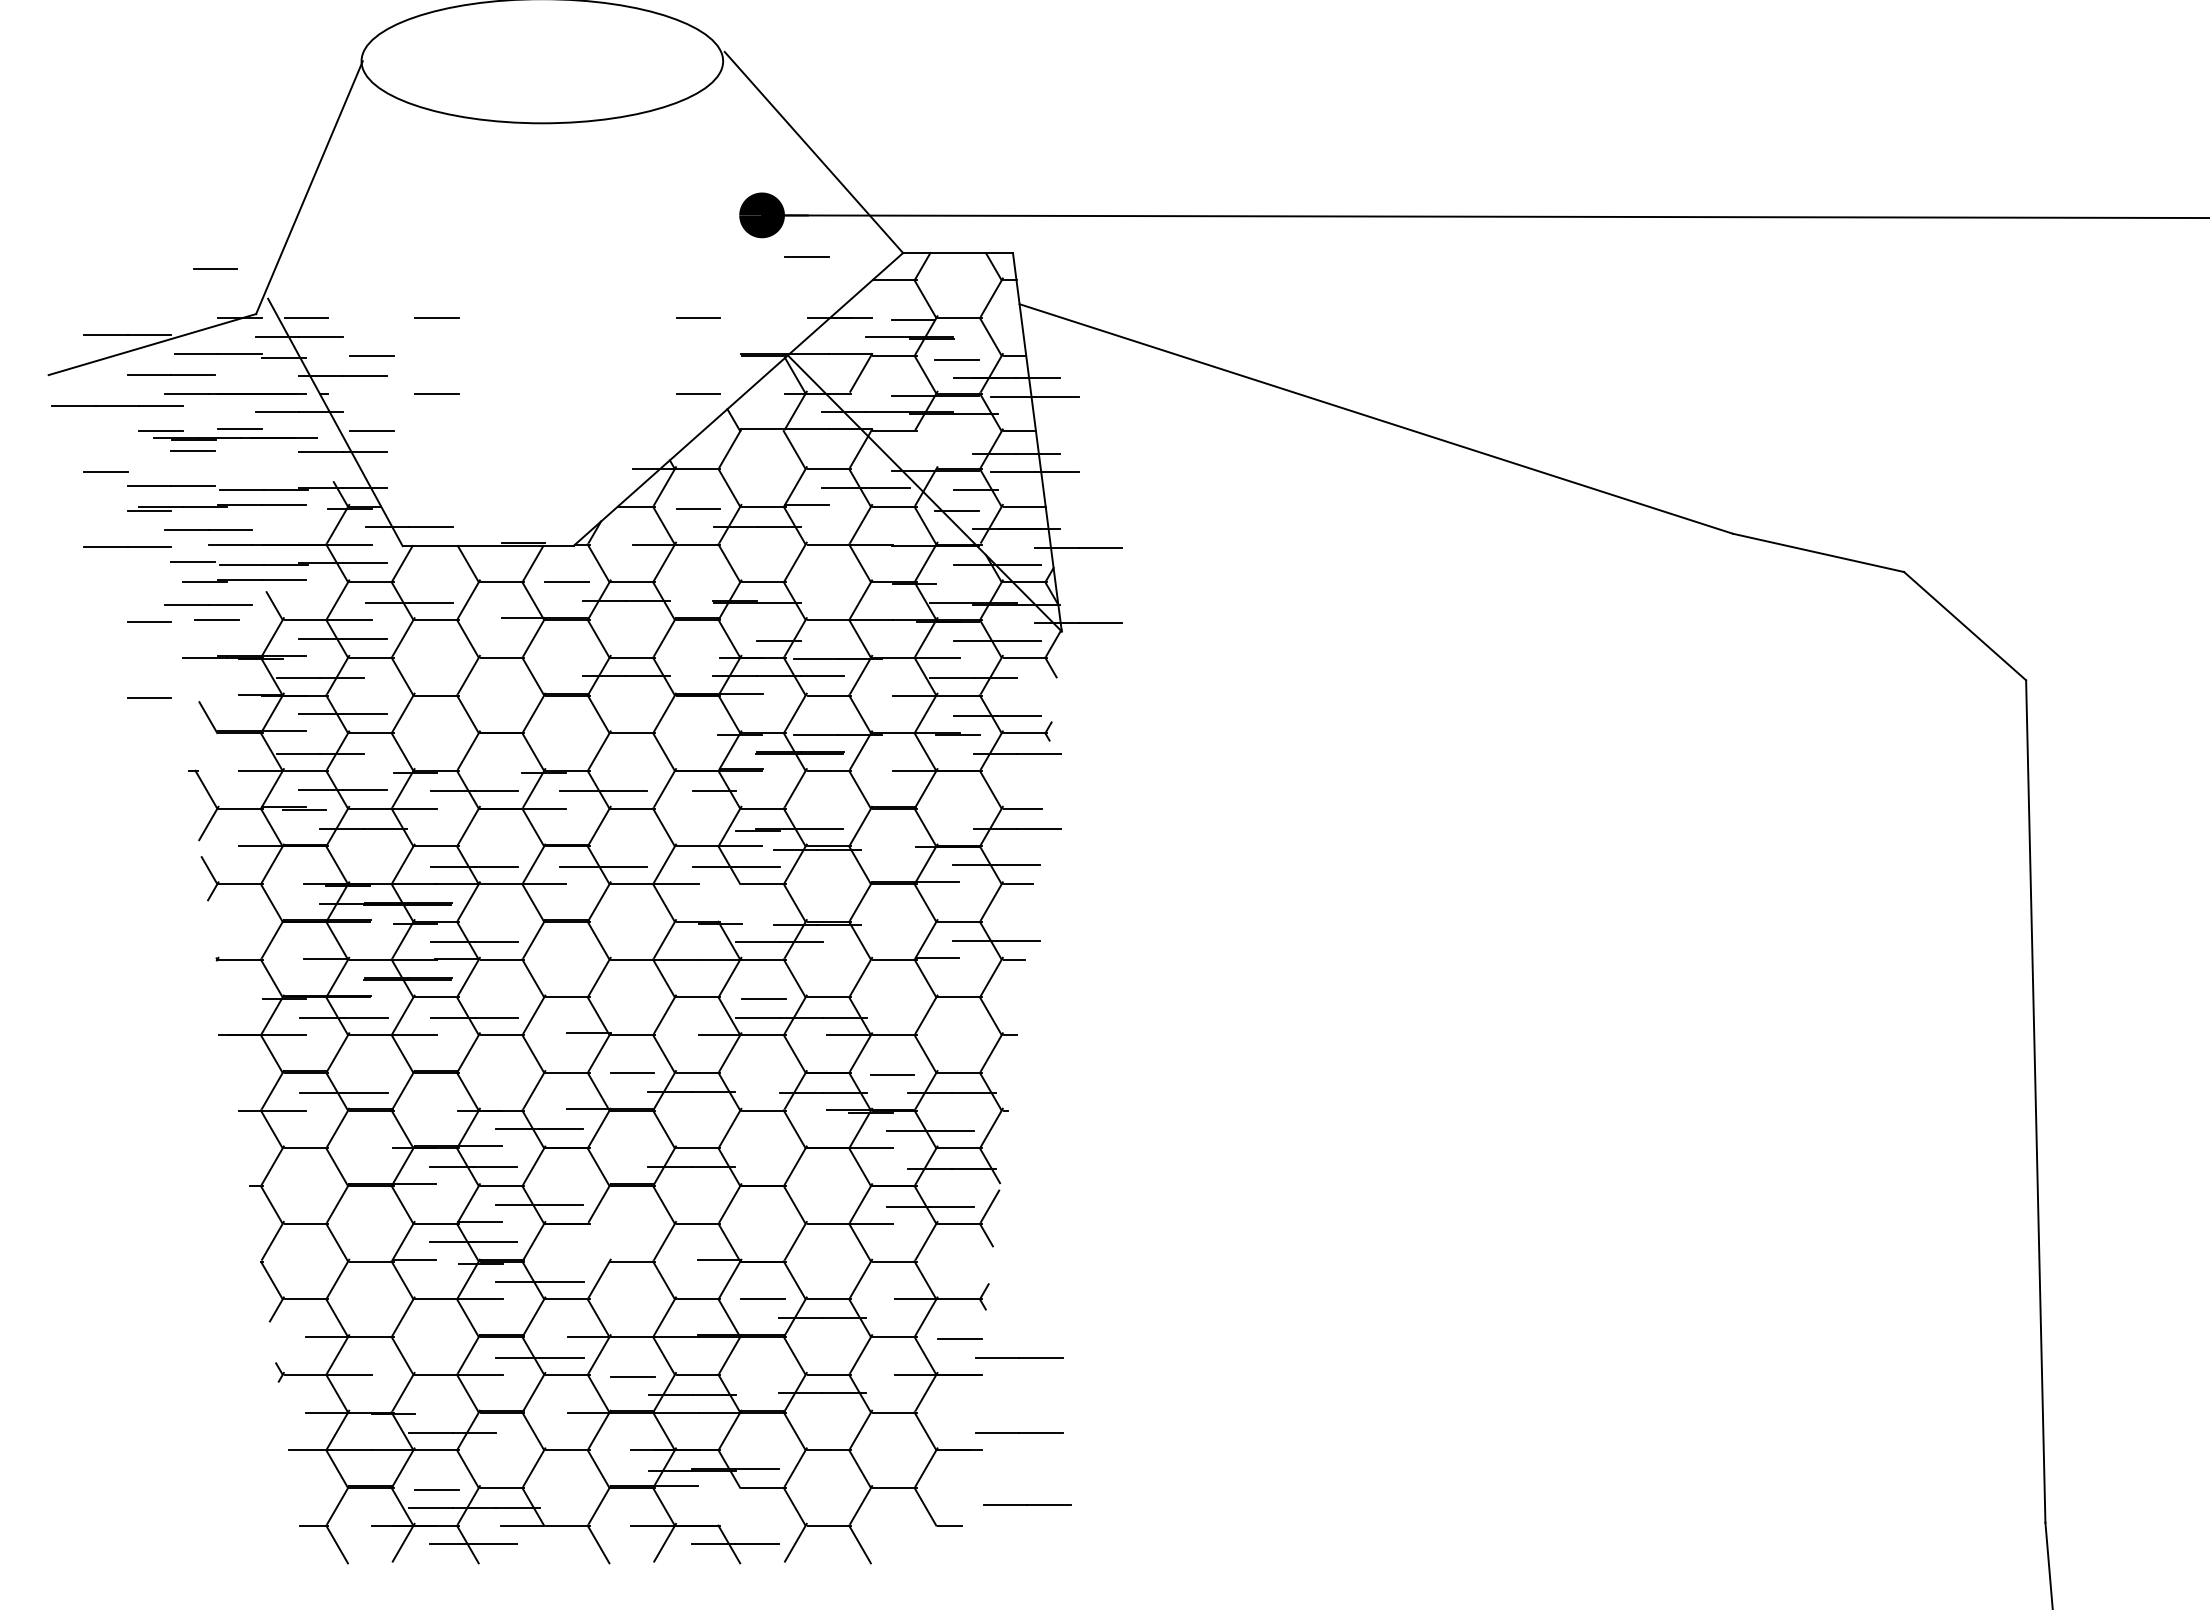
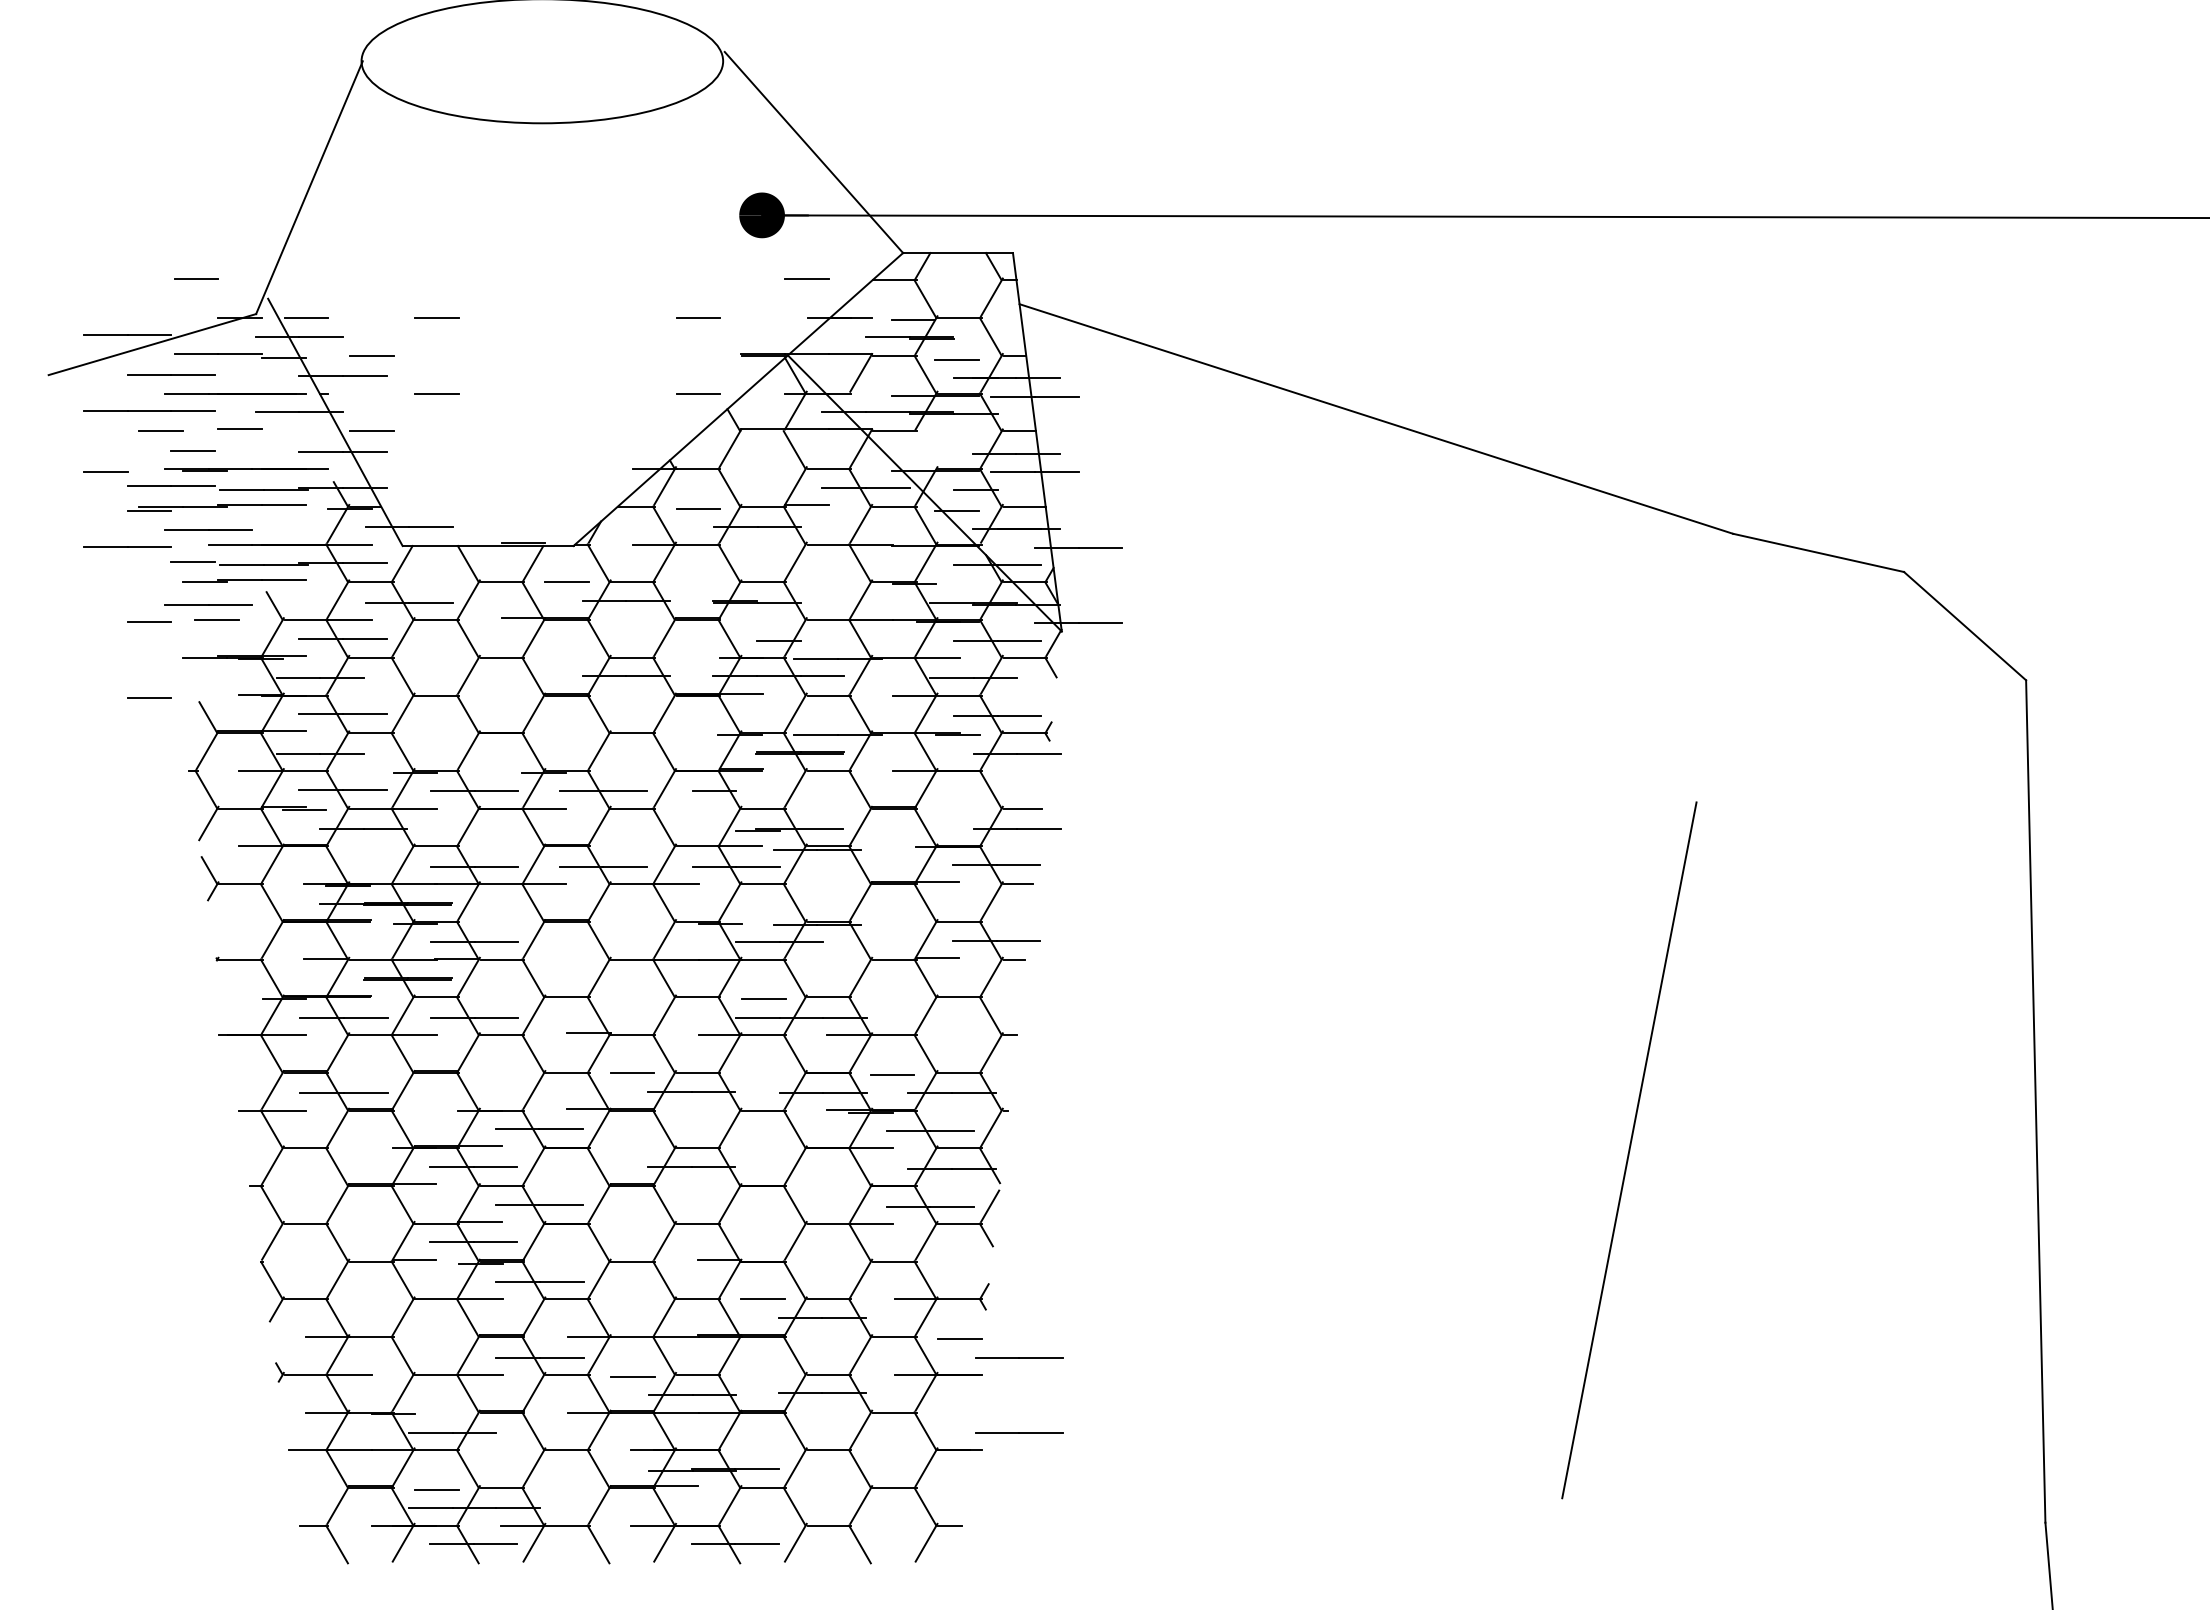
line at (806, 256) position: (806, 256) -> (806, 278)
line at (215, 268) position: (215, 268) -> (196, 278)
line at (117, 405) position: (117, 405) -> (149, 410)
part at (235, 438) position: (235, 438) -> (246, 469)
line at (207, 750): none -> present
line at (730, 901): none -> present
line at (1629, 1150): none -> present
line at (598, 1242): none -> present
line at (730, 1504): none -> present
line at (1027, 1504): present -> none
line at (534, 1542): none -> present
line at (926, 1542): none -> present
